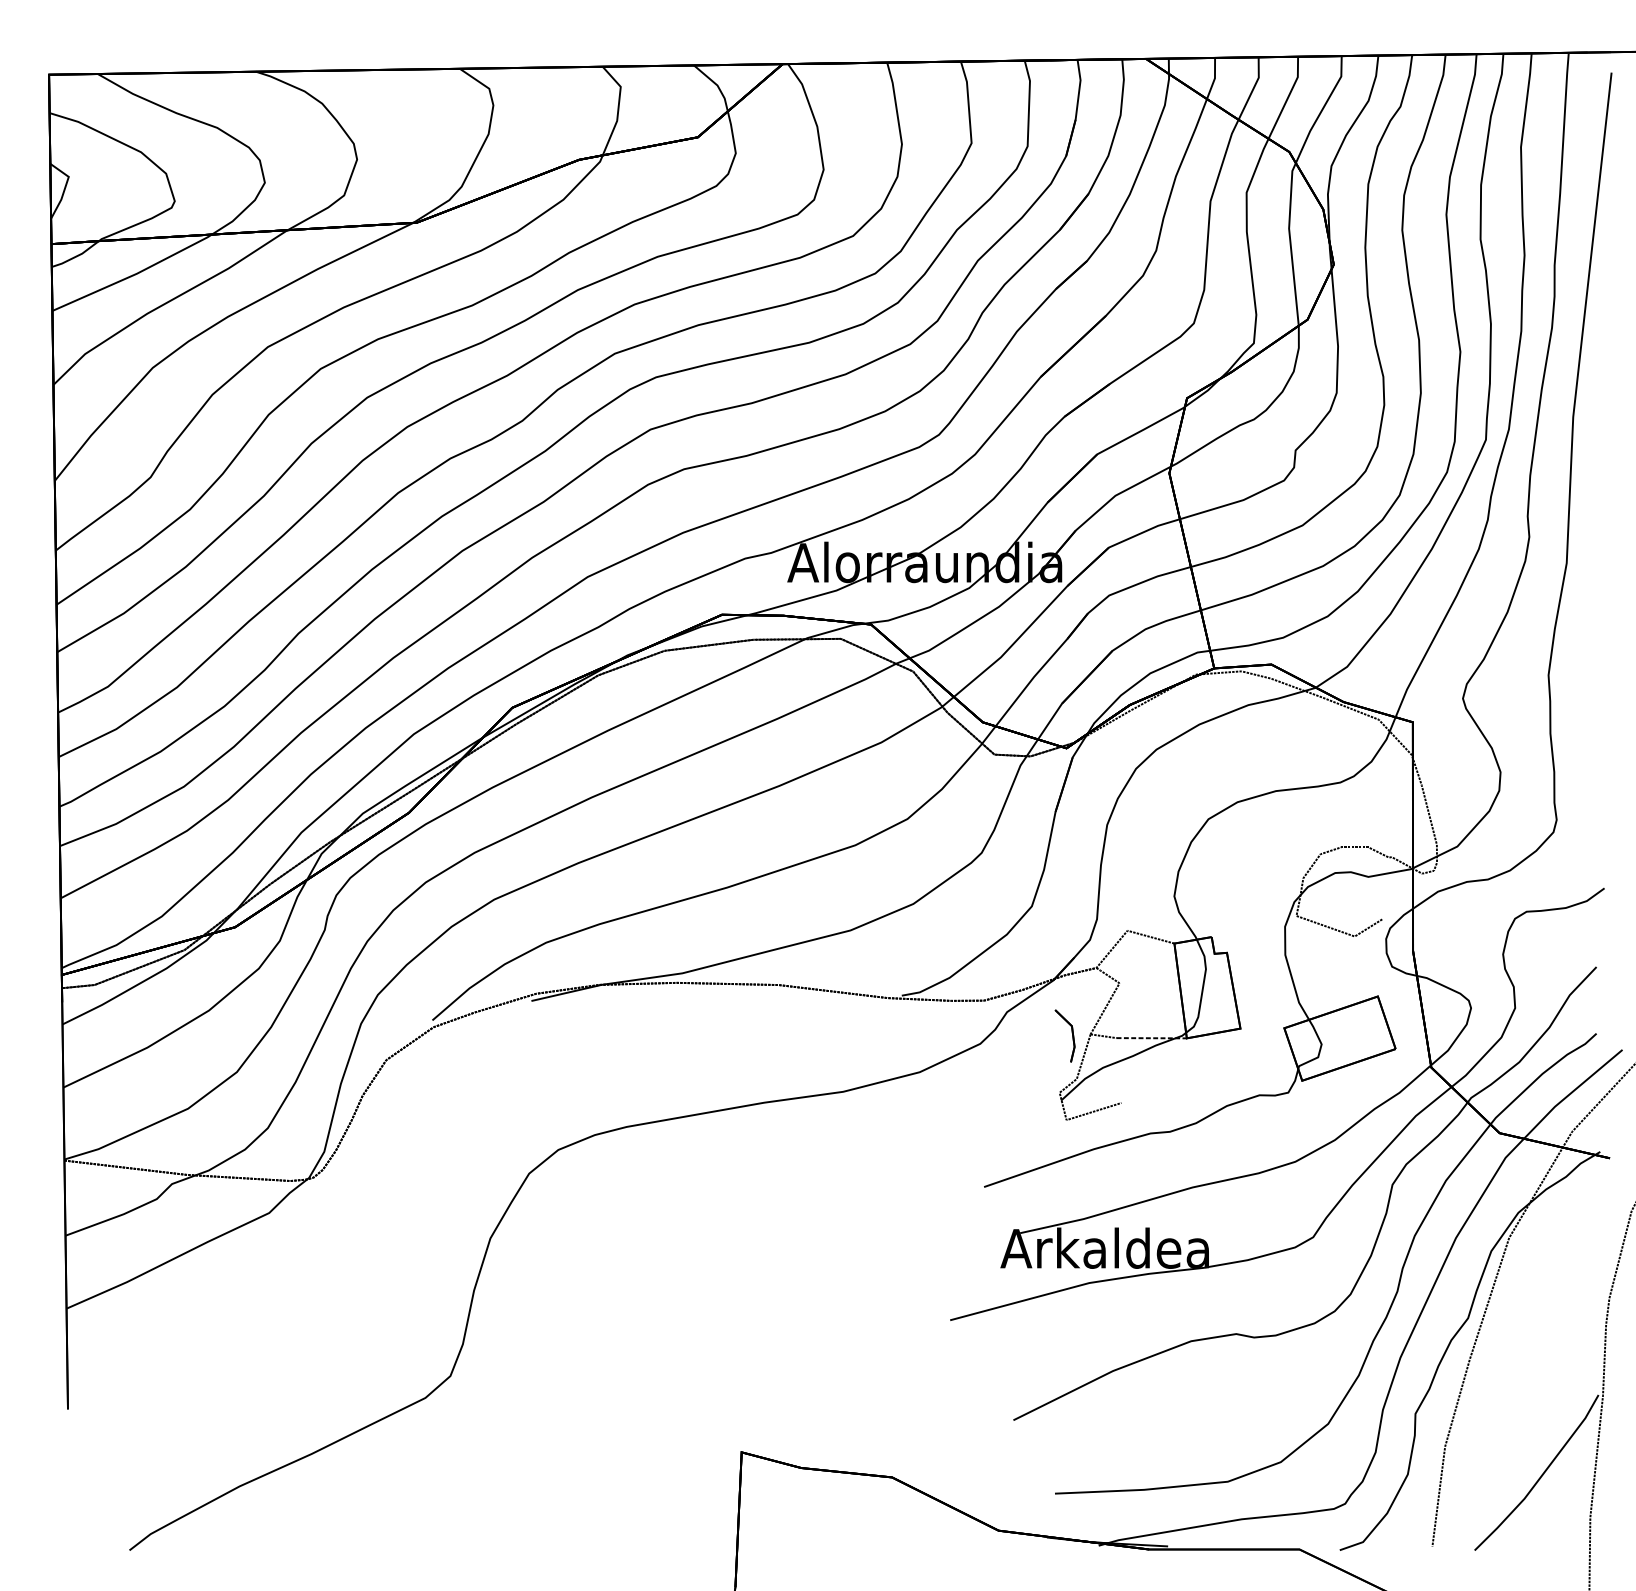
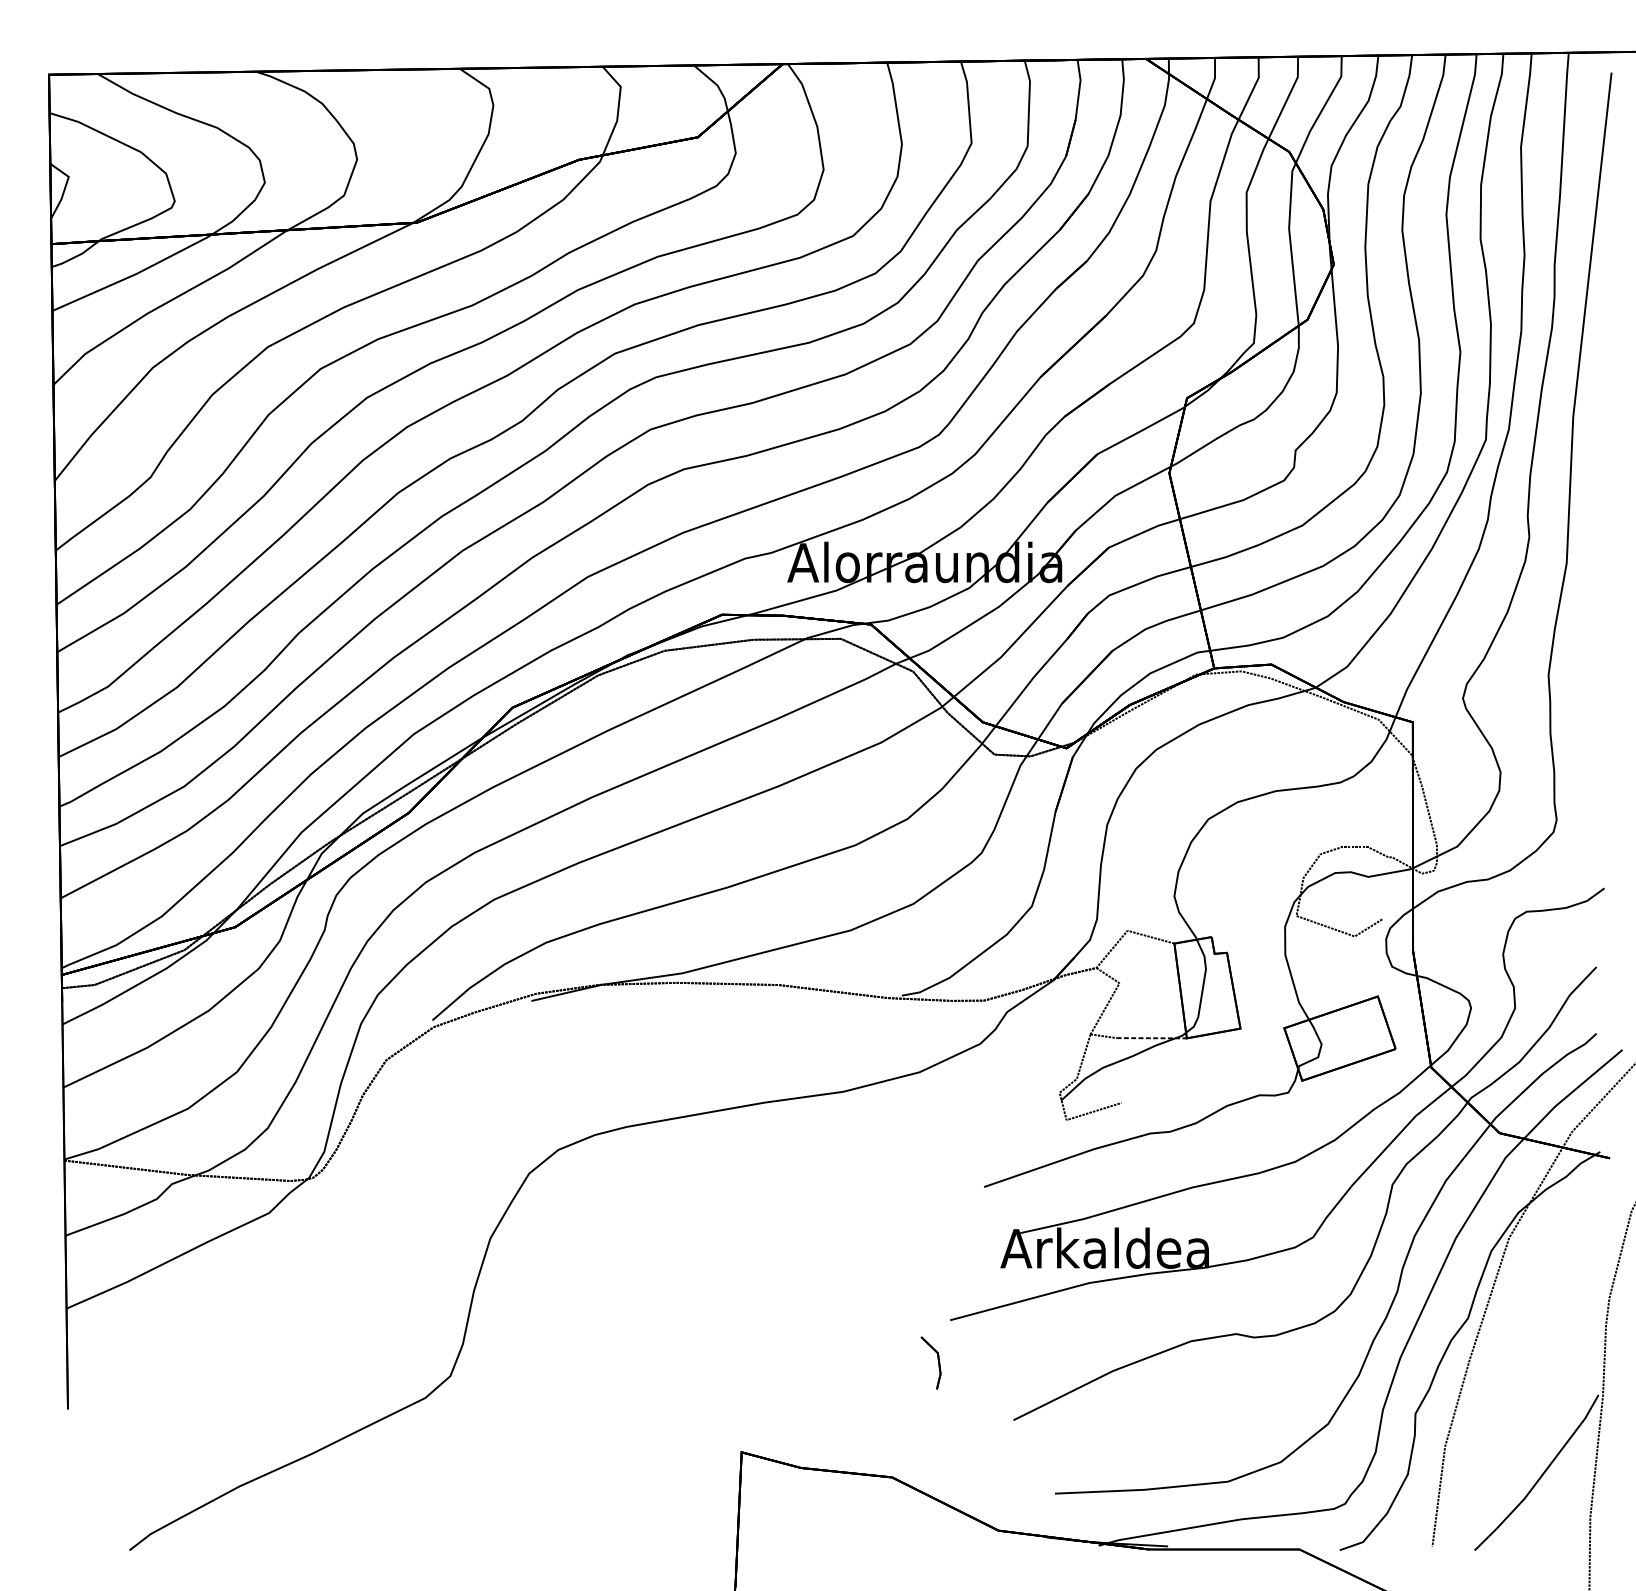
part at (1071, 1032) position: (1071, 1032) -> (937, 1359)
